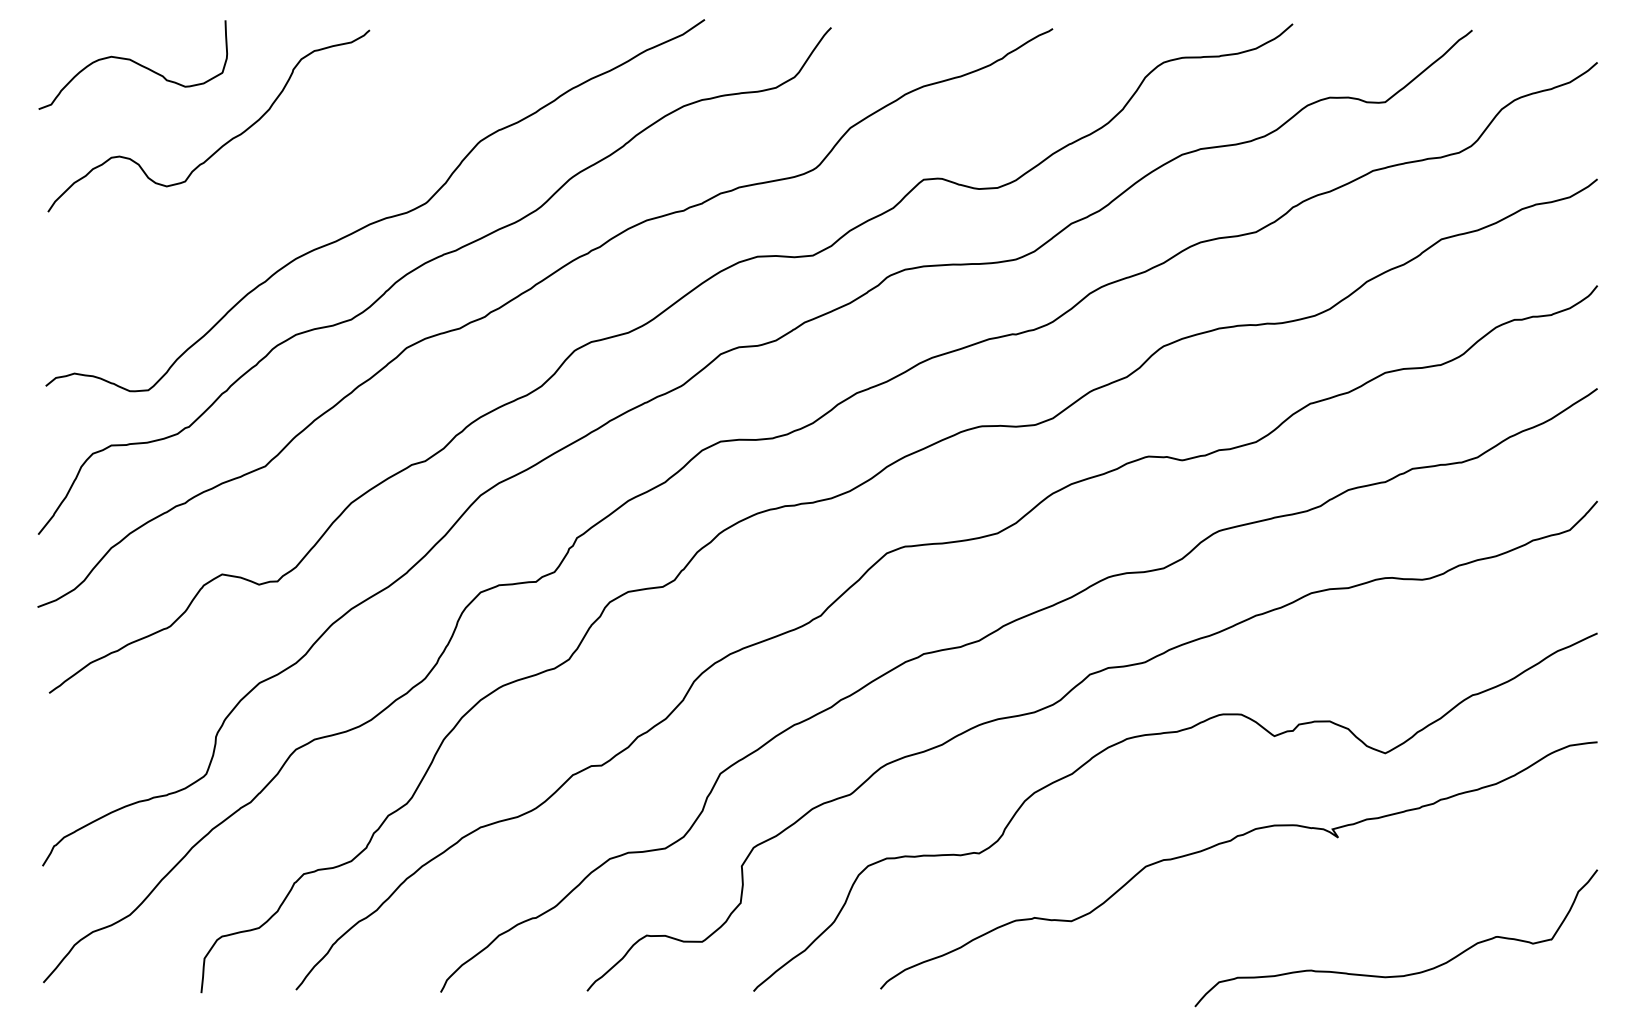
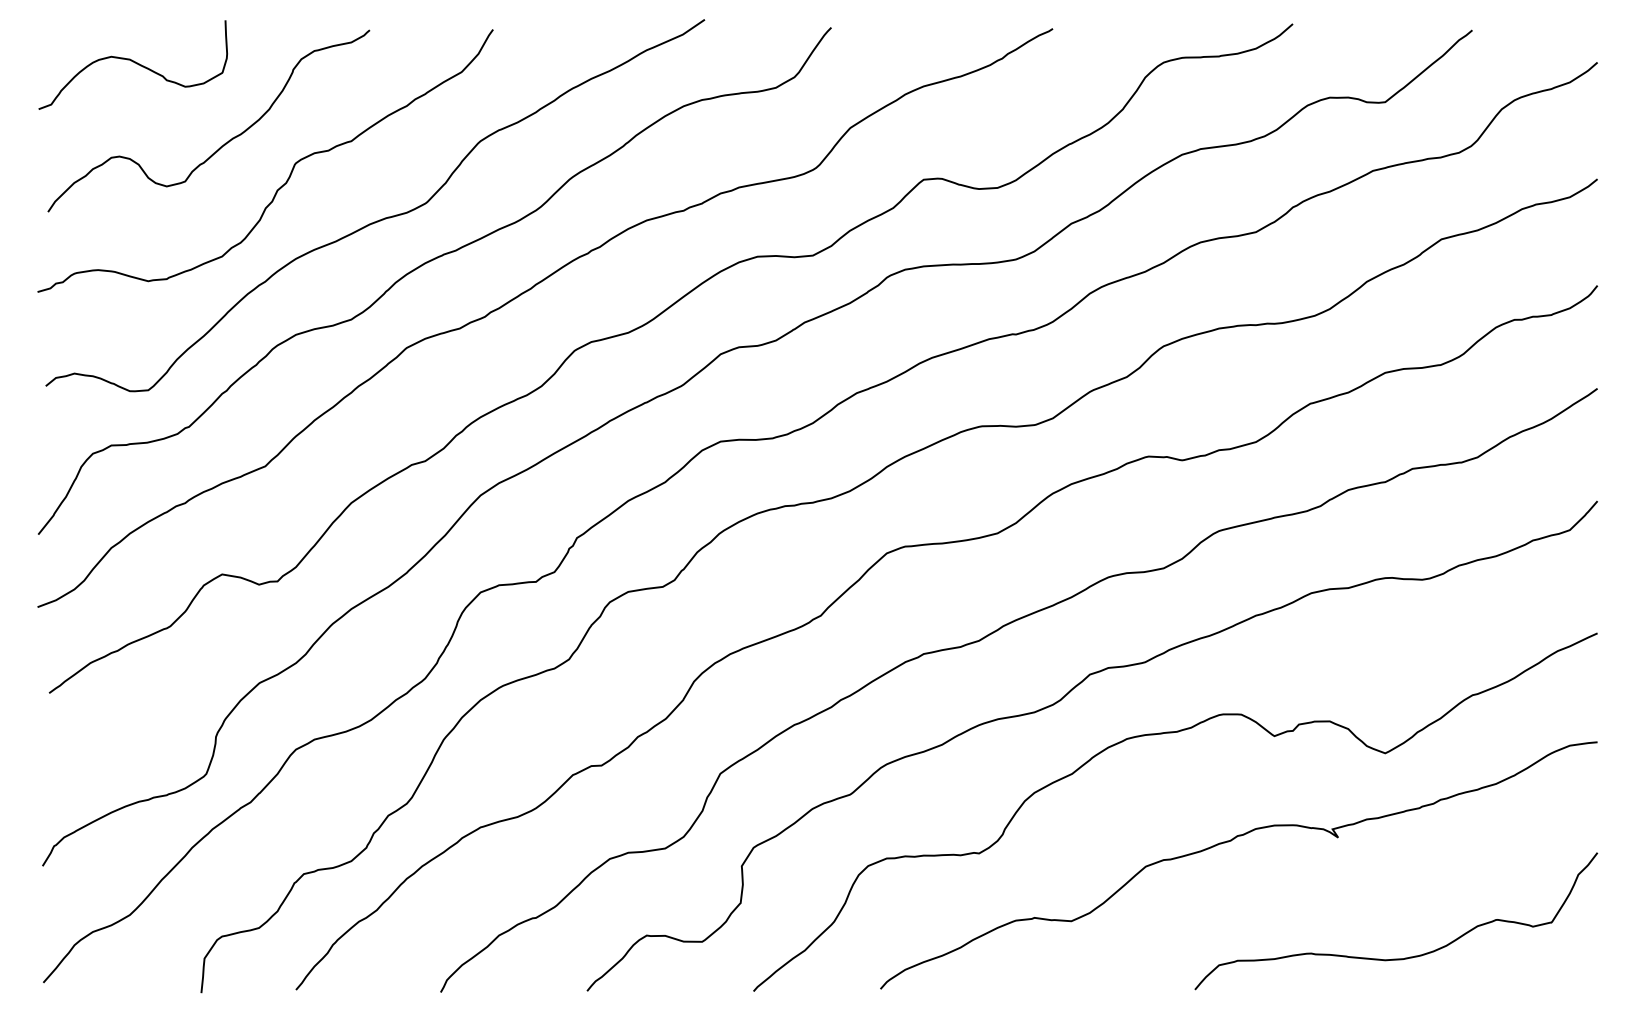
curve at (291, 169): none -> present
curve at (1396, 975) position: (1396, 975) -> (1396, 958)
